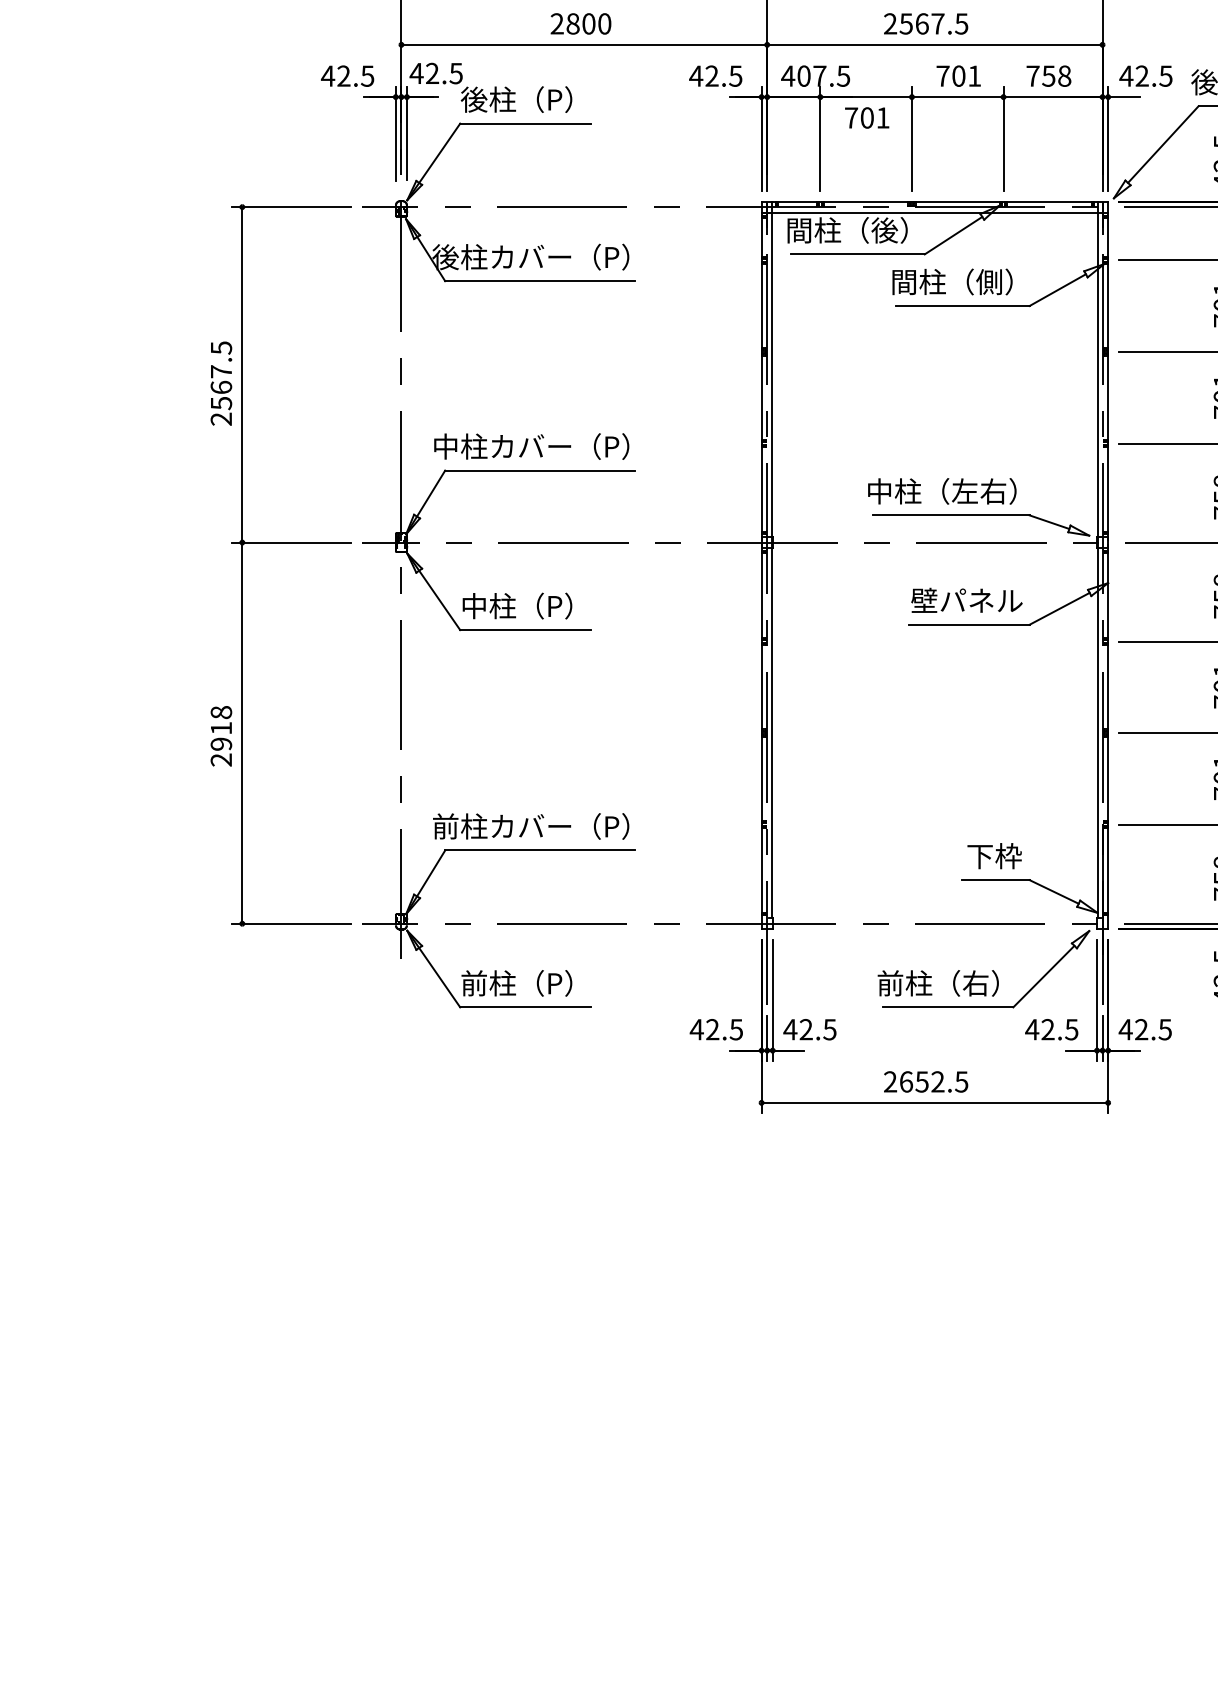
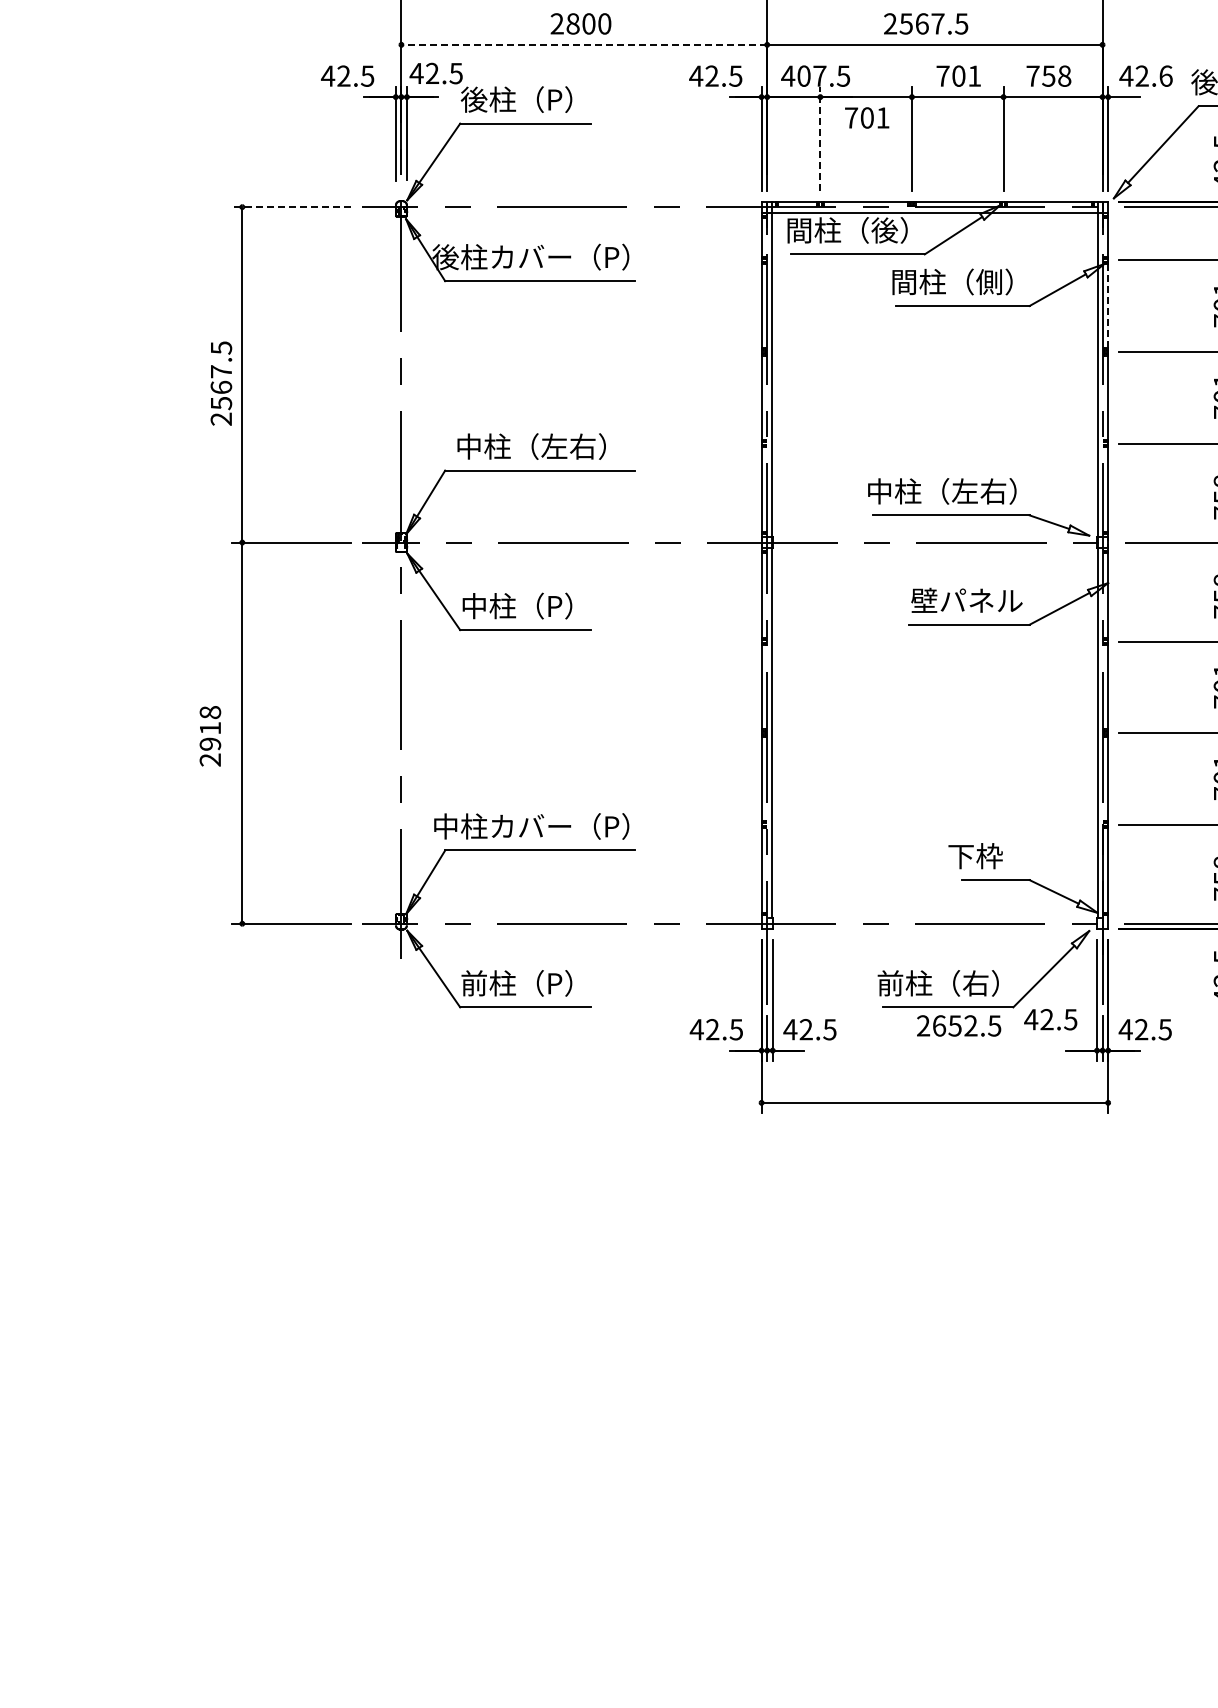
line at (584, 44): solid -> dashed
text at (1165, 75): 42.5 -> 42.6
line at (820, 138): solid -> dashed
line at (291, 207): solid -> dashed
line at (1108, 305): solid -> dashed
text at (531, 446): 中柱カバー（P） -> 中柱（左右）
text at (221, 736) position: (221, 736) -> (210, 736)
text at (445, 826): 前柱カバー（P） -> 中柱カバー（P）
text at (994, 856) position: (994, 856) -> (975, 856)
text at (1051, 1029) position: (1051, 1029) -> (1050, 1019)
text at (926, 1081) position: (926, 1081) -> (959, 1025)
